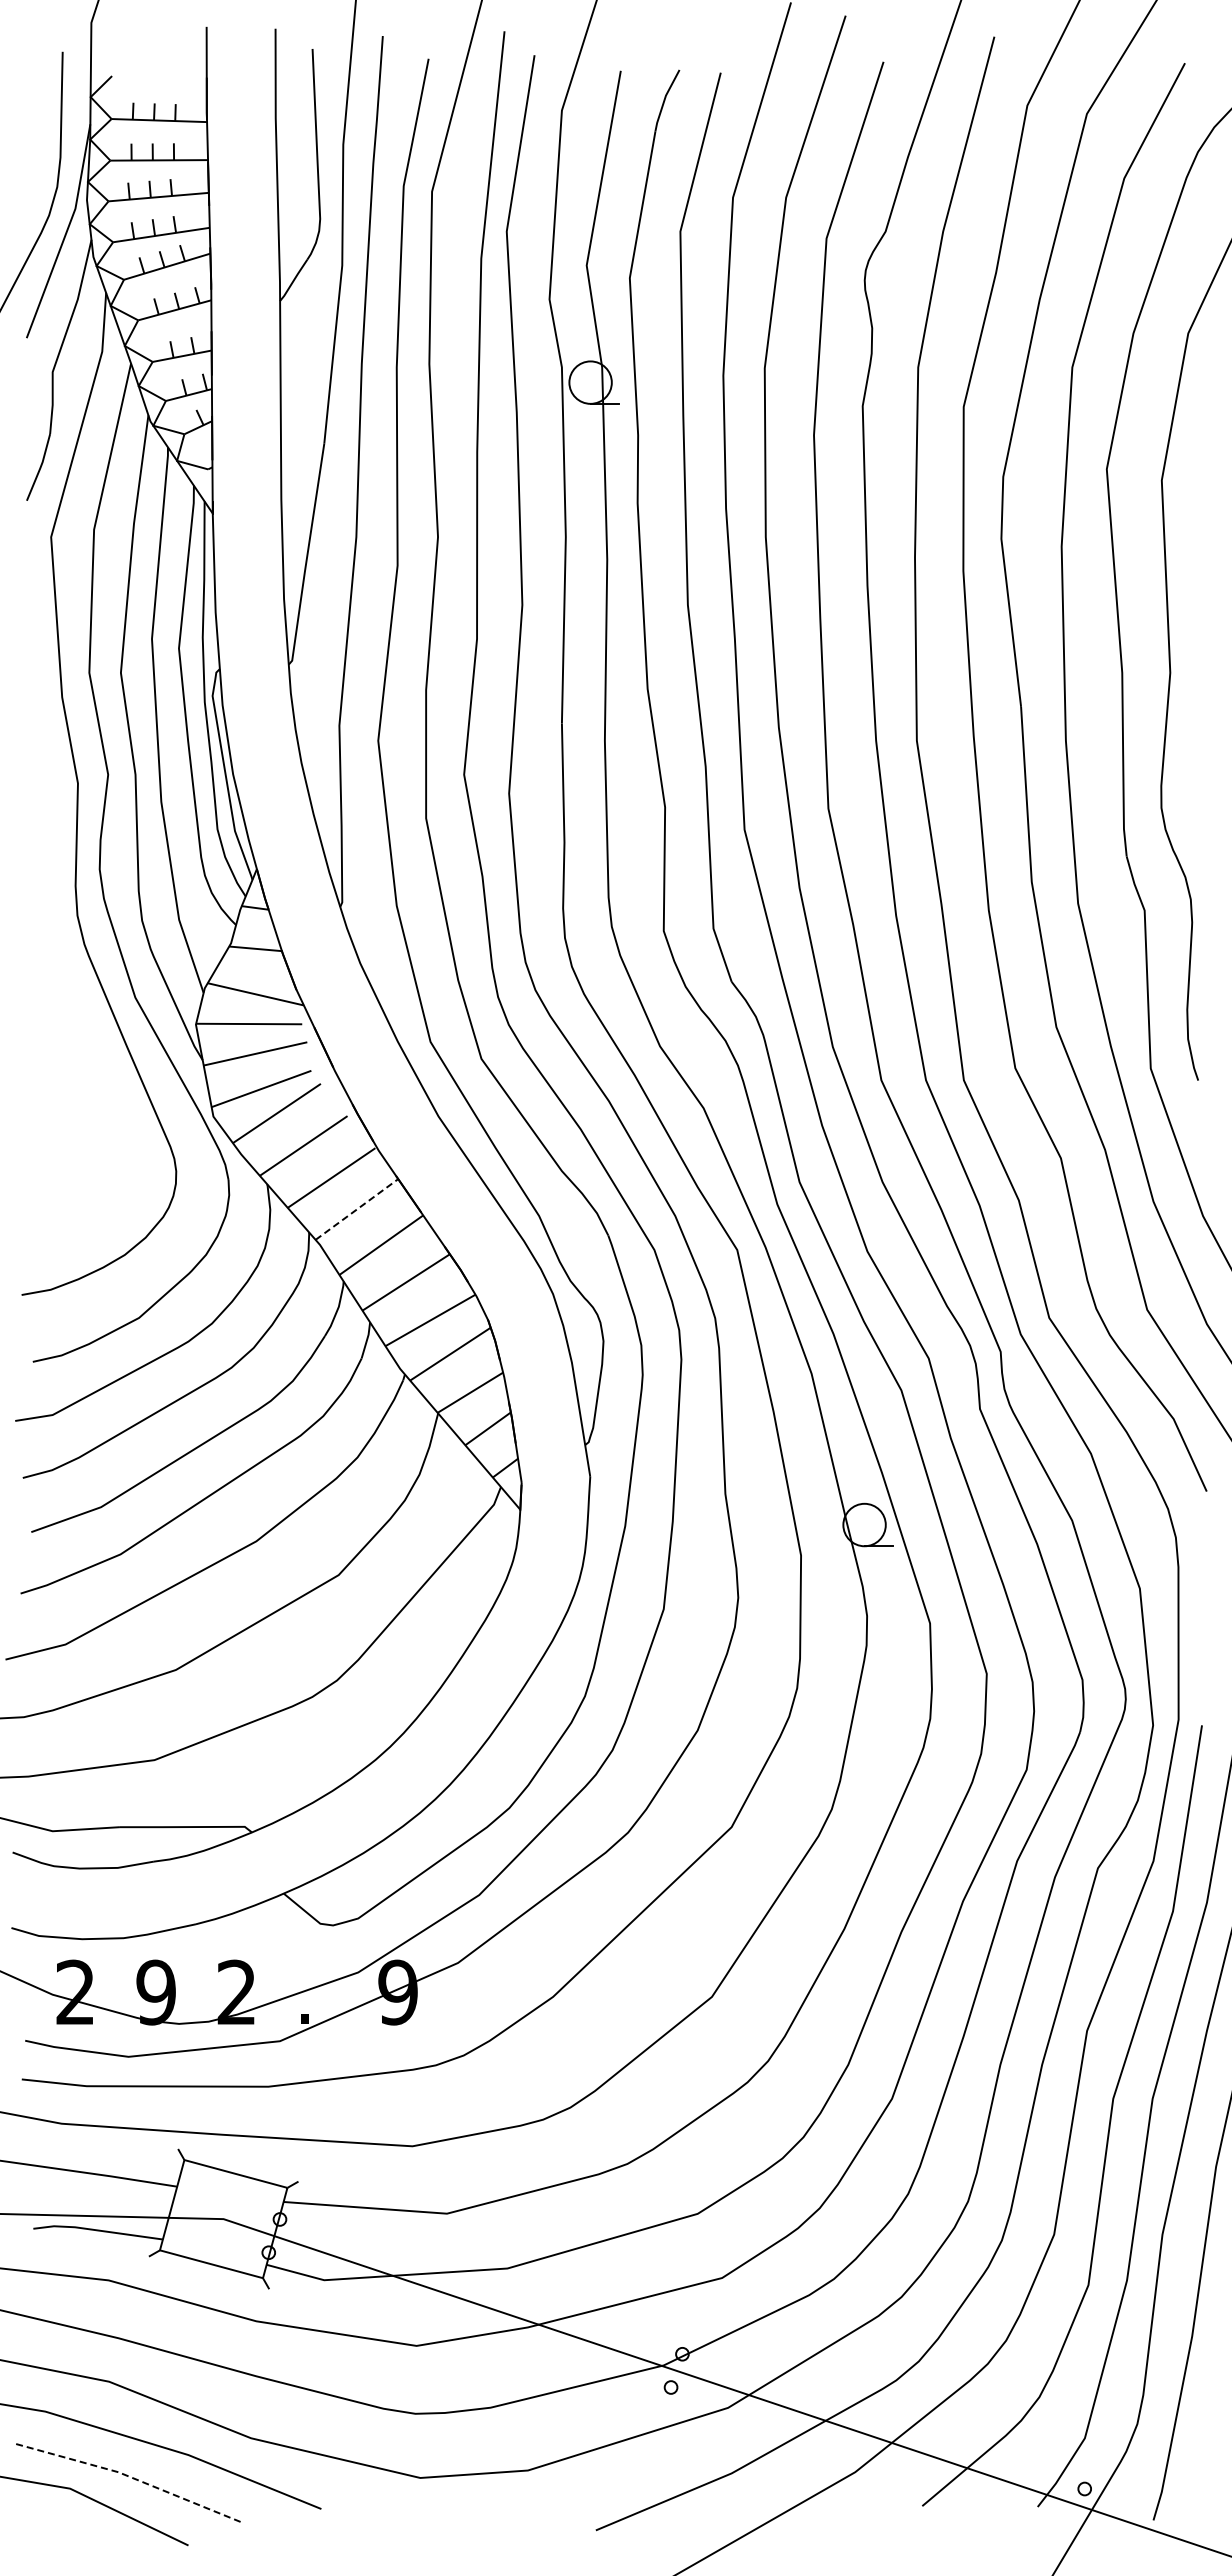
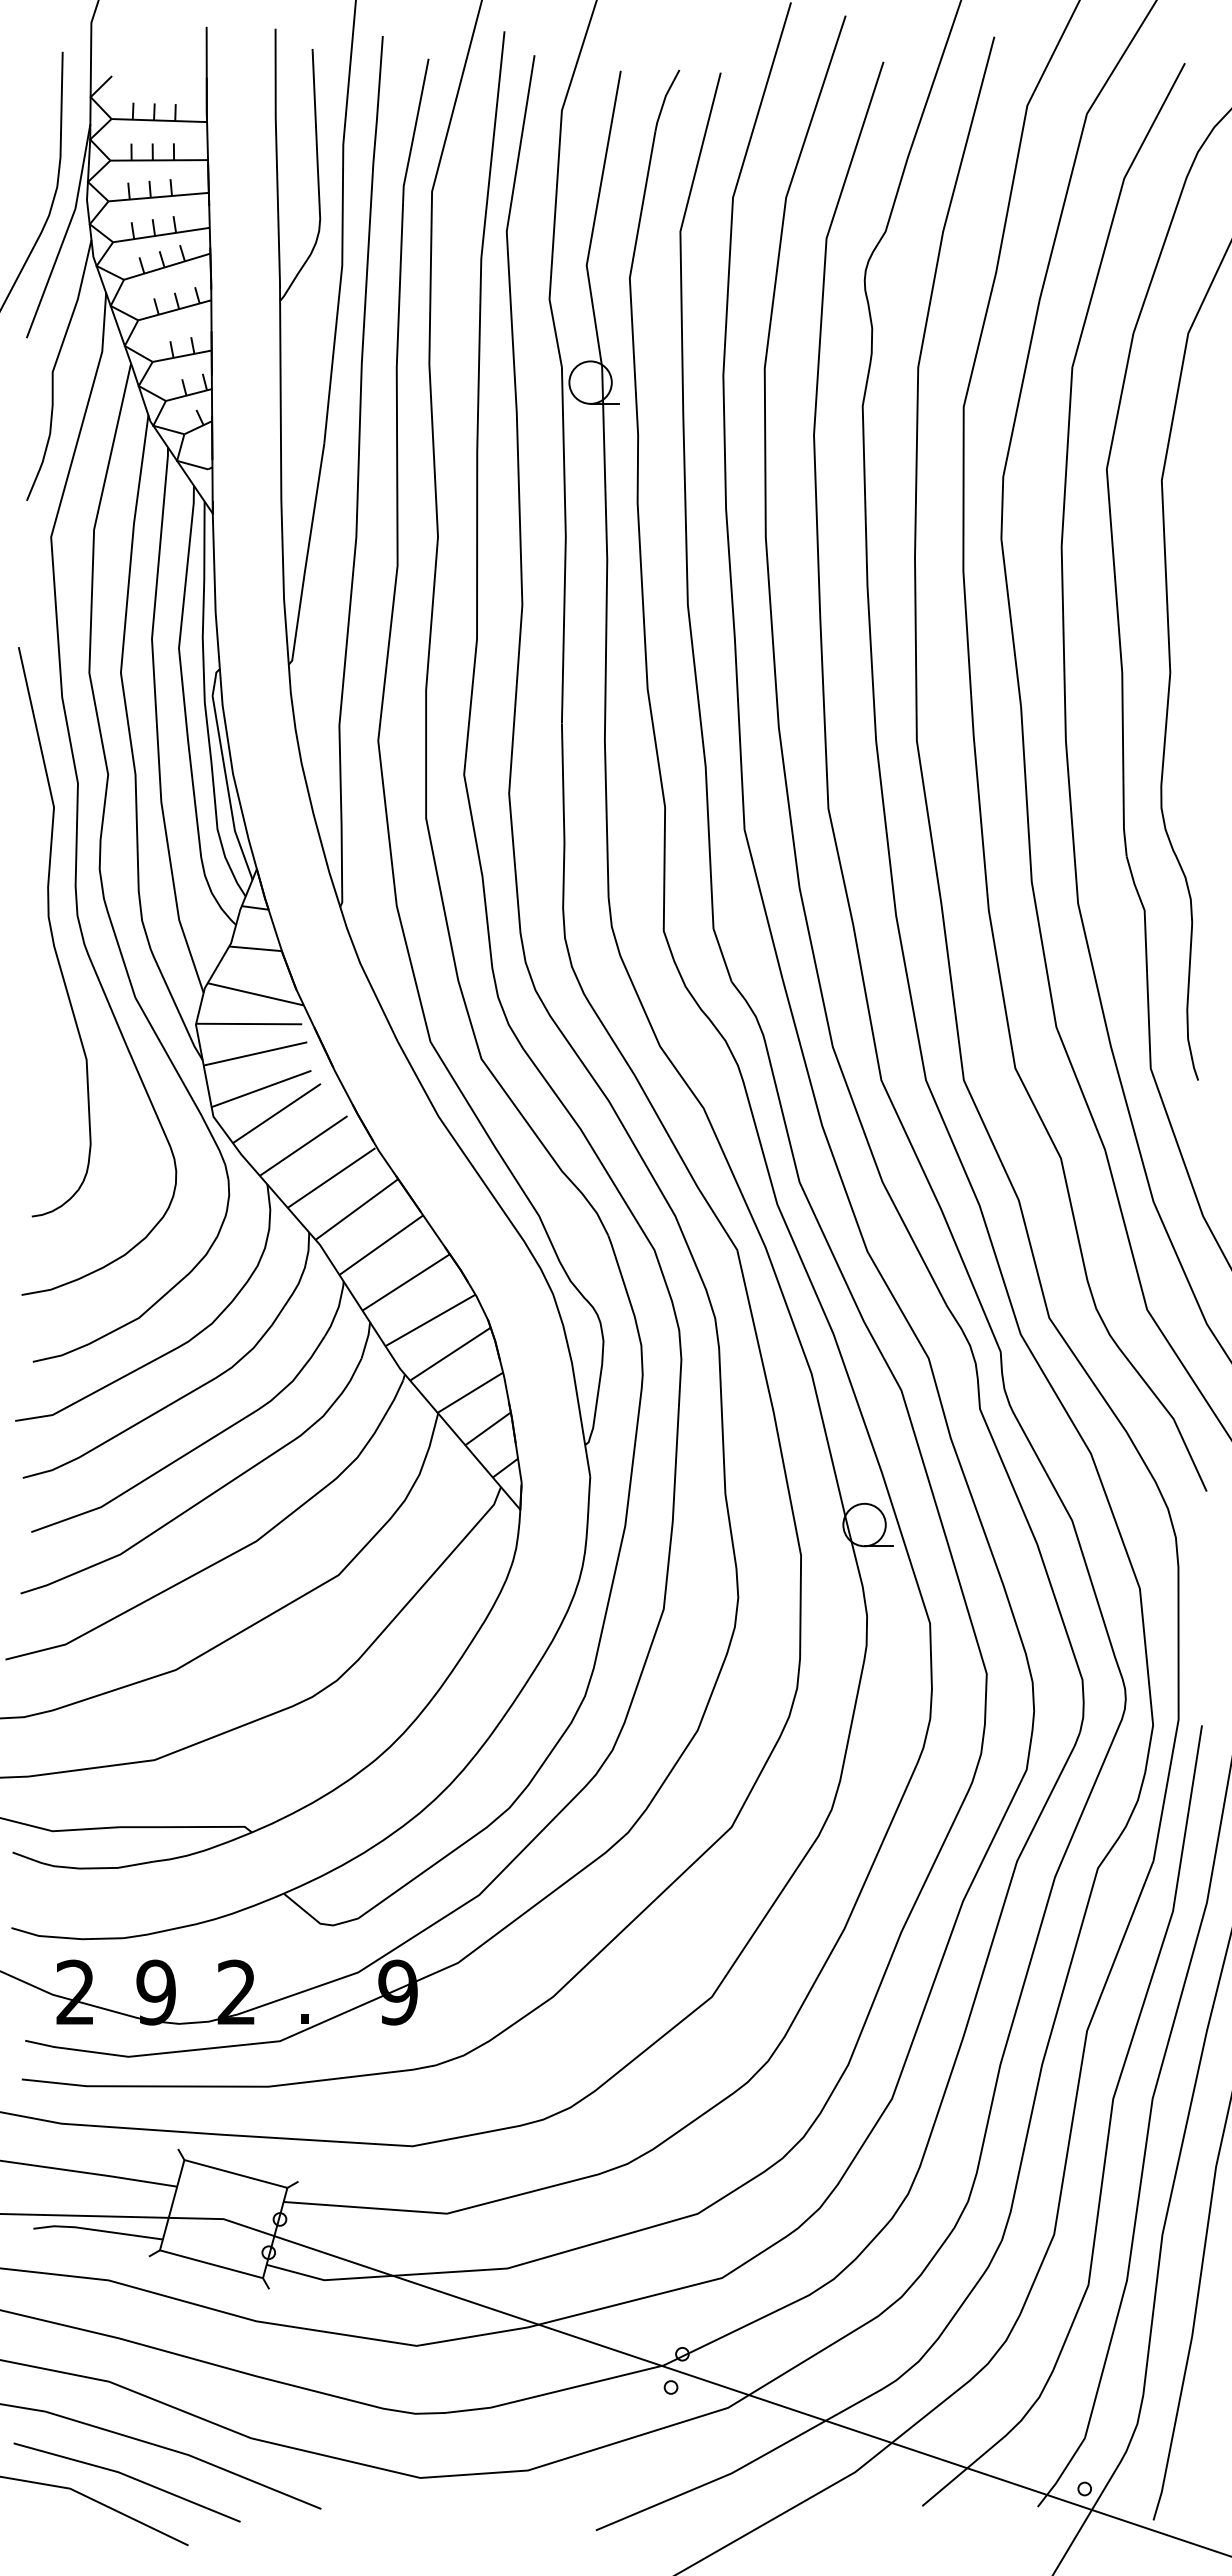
curve at (52, 932): none -> present
line at (357, 1209): dashed -> solid
line at (128, 2476): dashed -> solid
